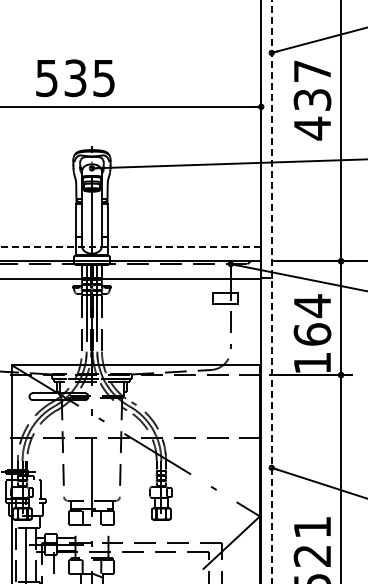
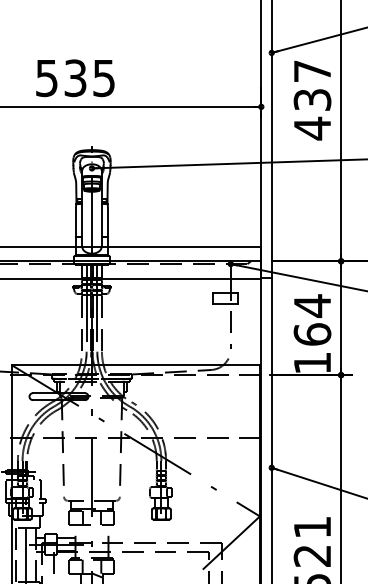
line at (130, 247): dashed -> solid
line at (271, 292): dashed -> solid
